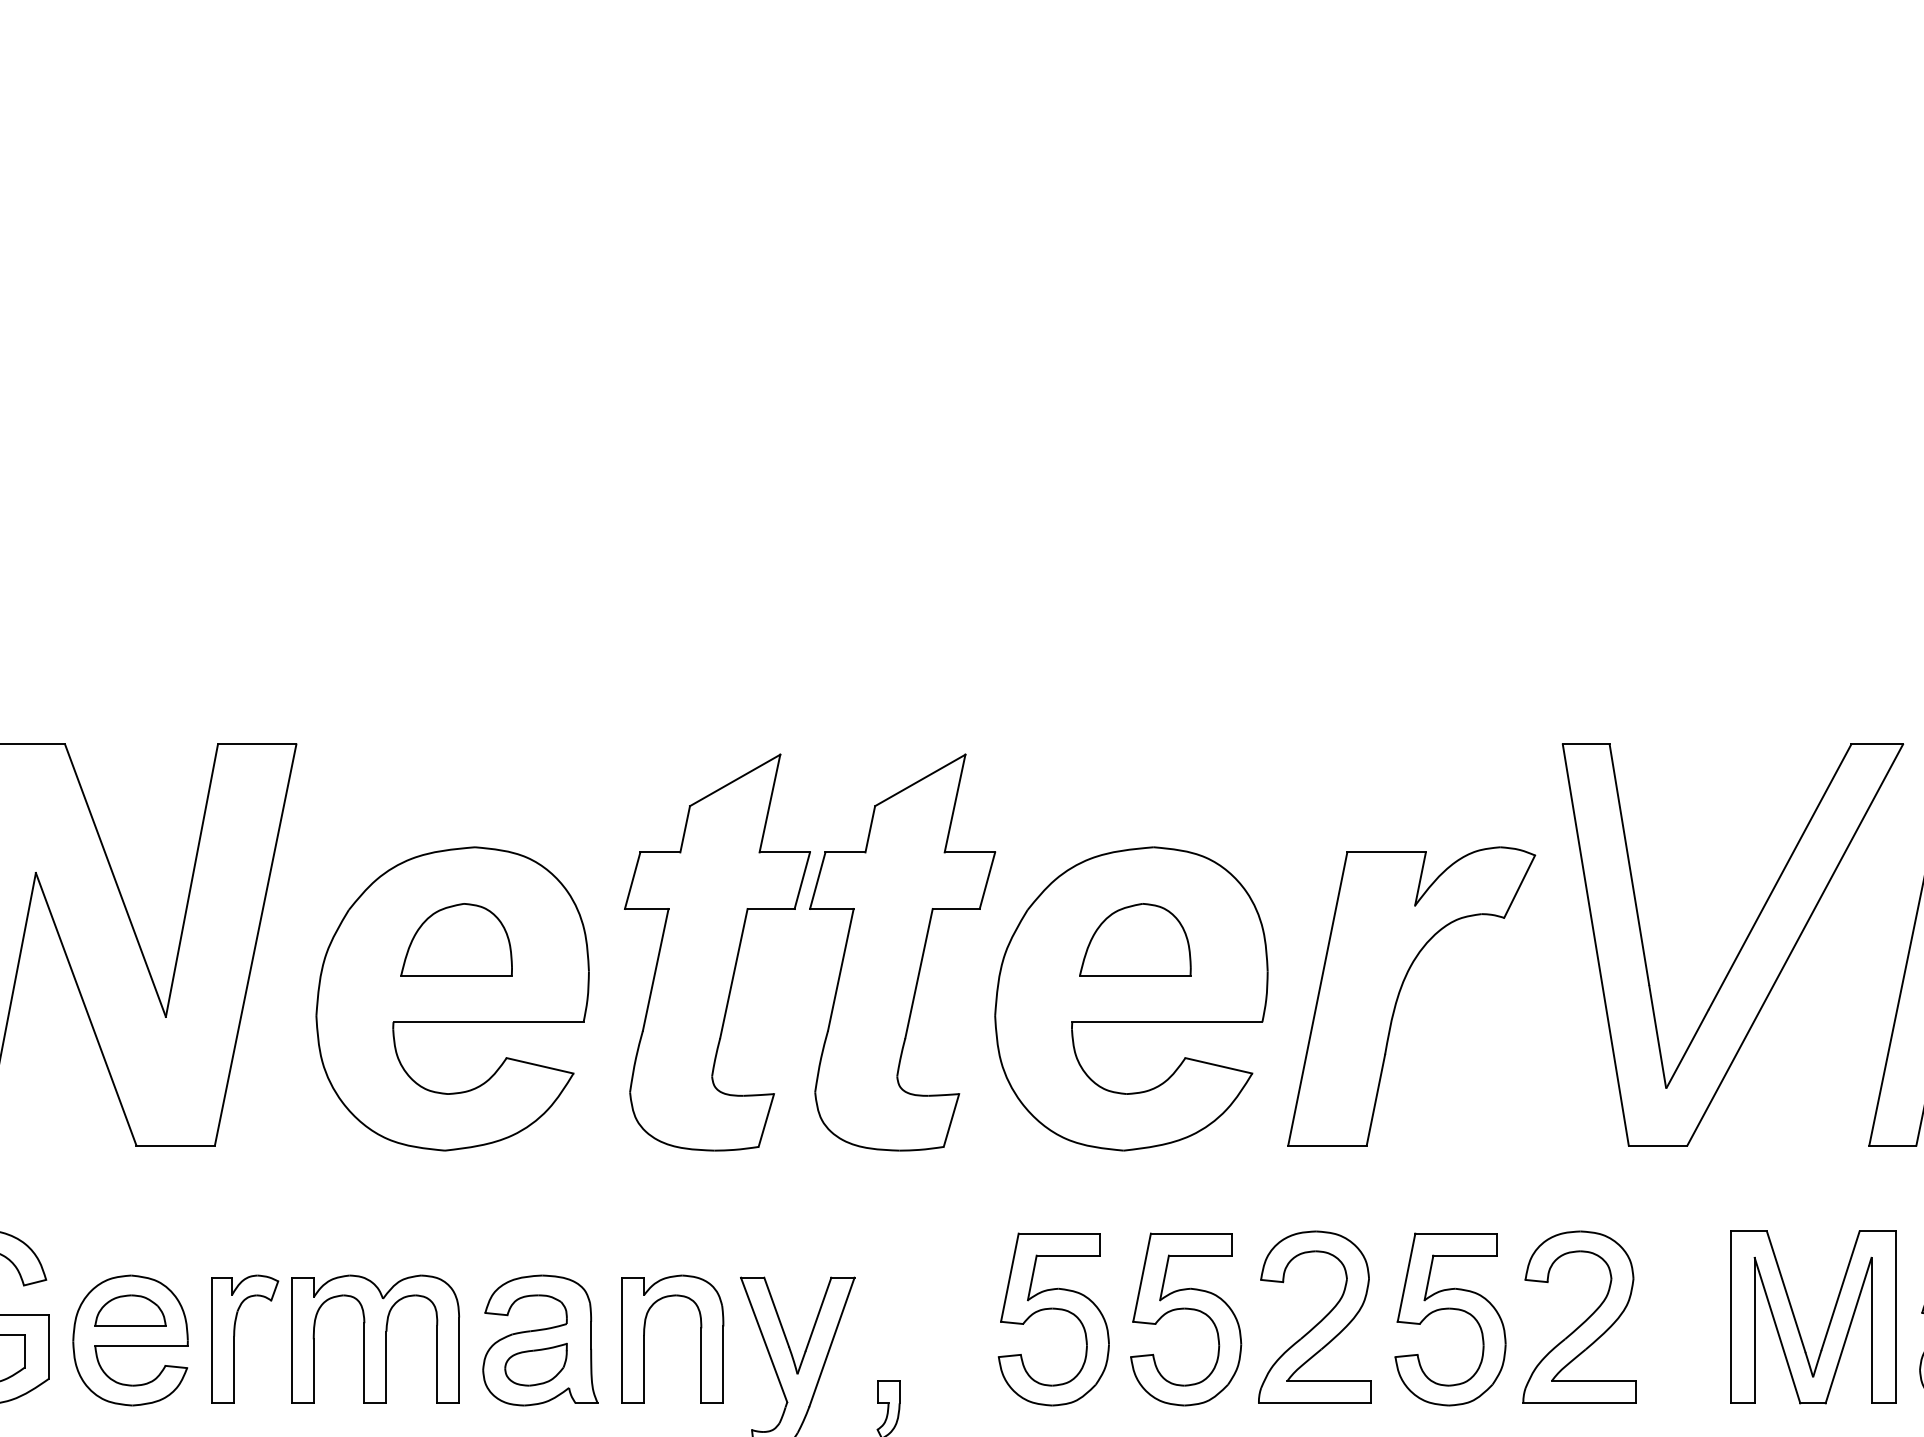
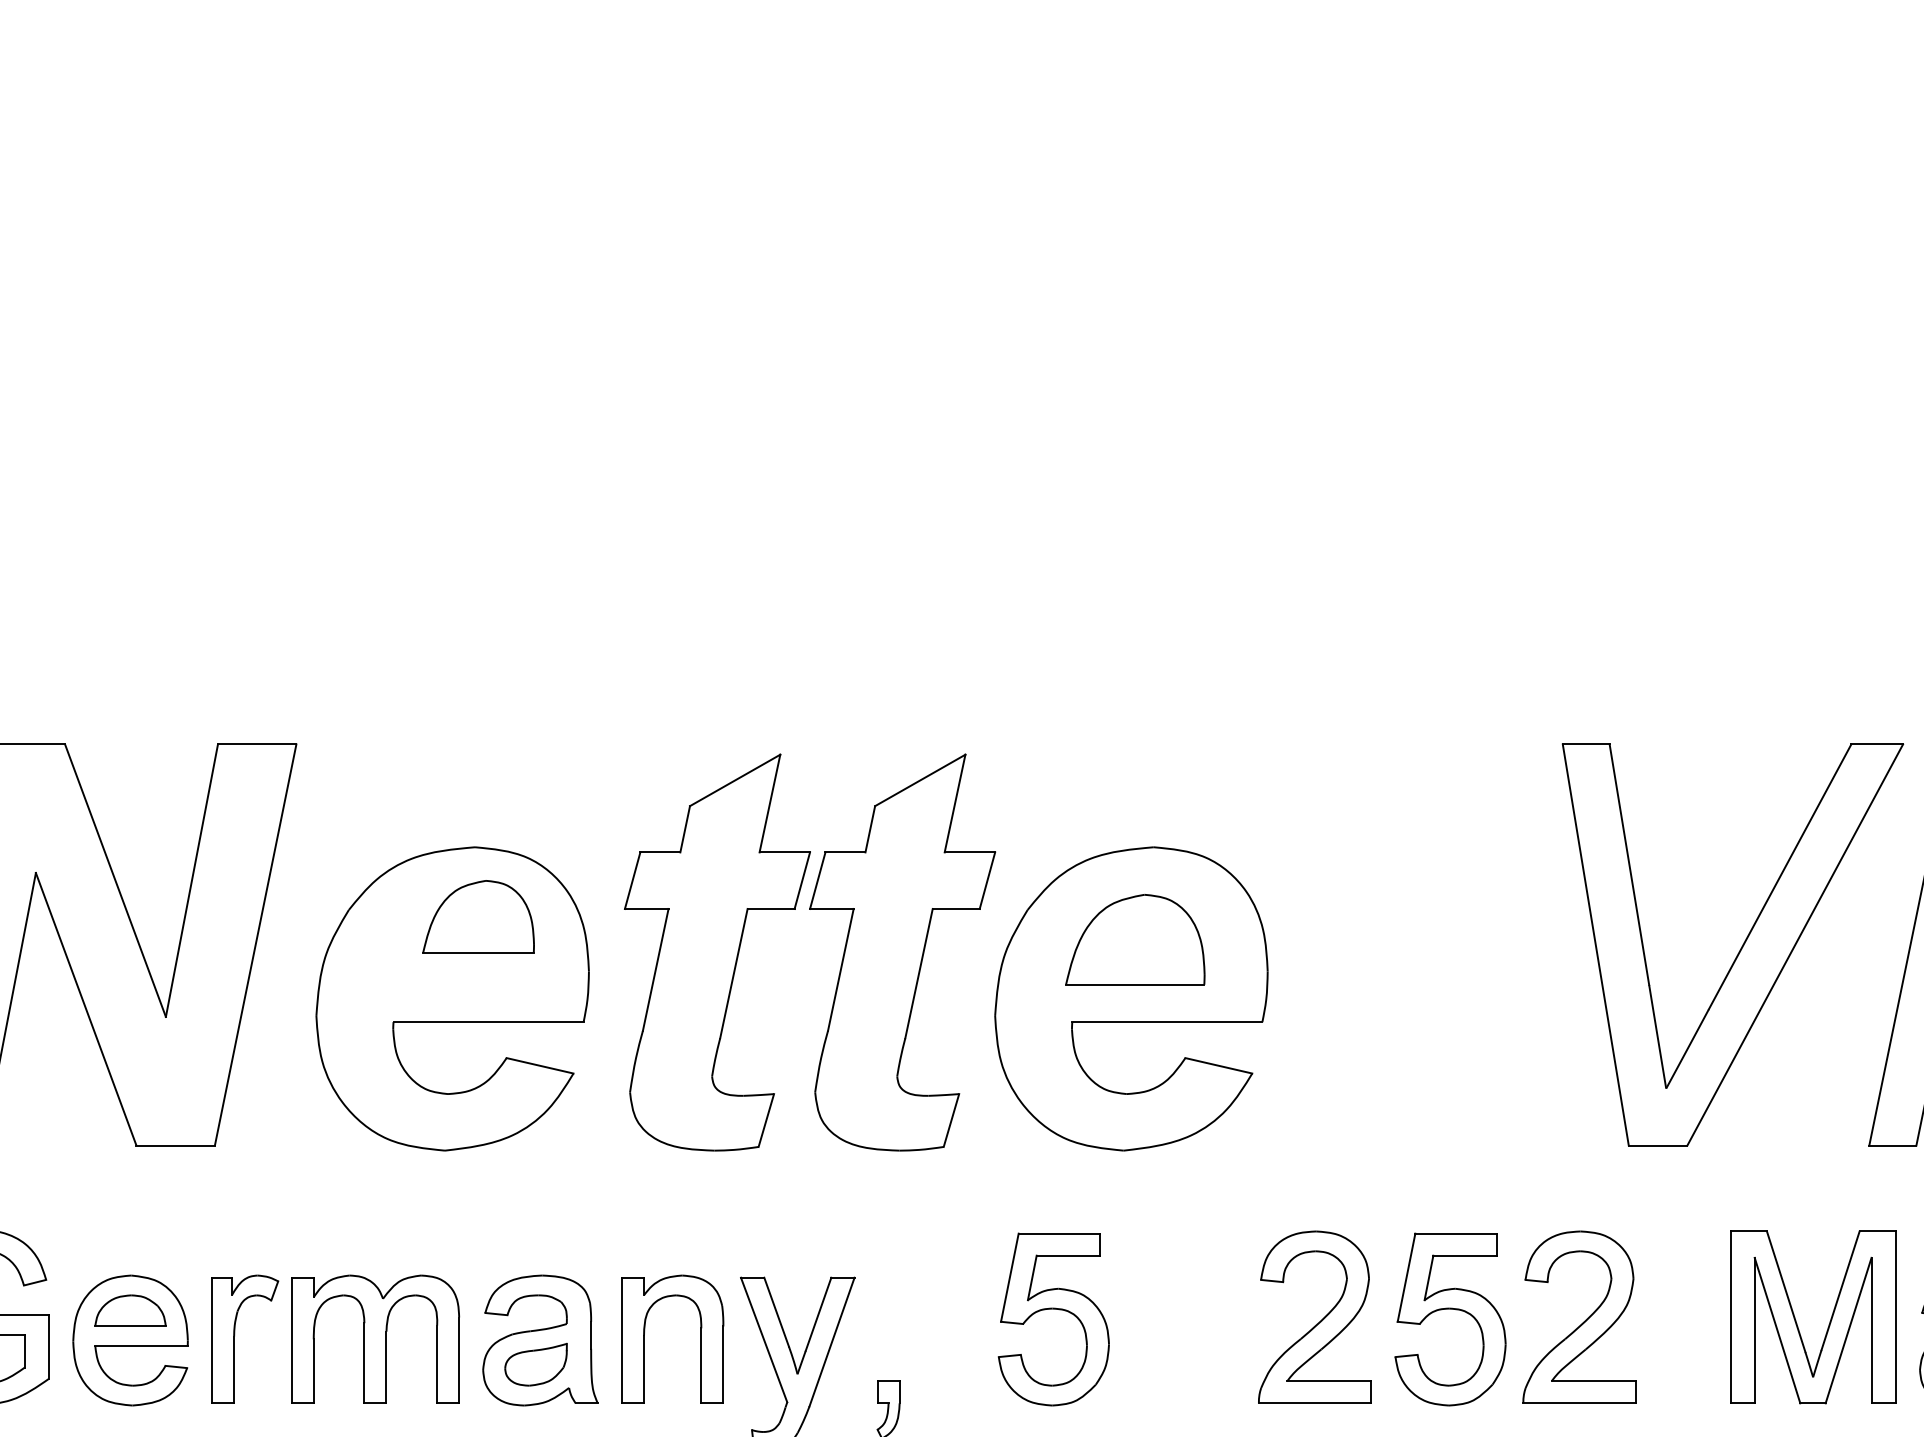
part at (456, 939) position: (456, 939) -> (478, 916)
part at (1135, 939) size: 113x74 px -> 141x92 px
part at (1401, 990): present -> none
part at (1186, 1309): present -> none
